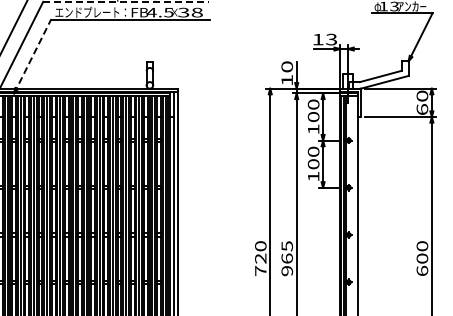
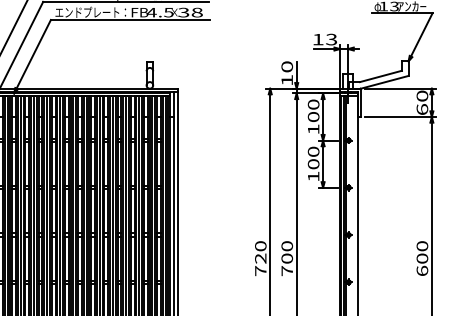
line at (126, 1): dashed -> solid
line at (32, 56): dashed -> solid
text at (286, 258): 965 -> 700
